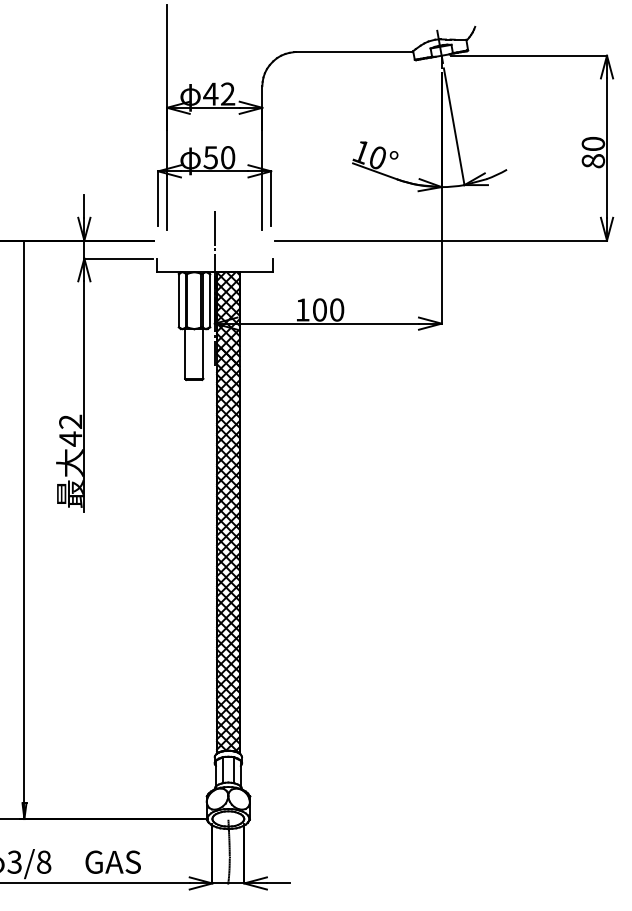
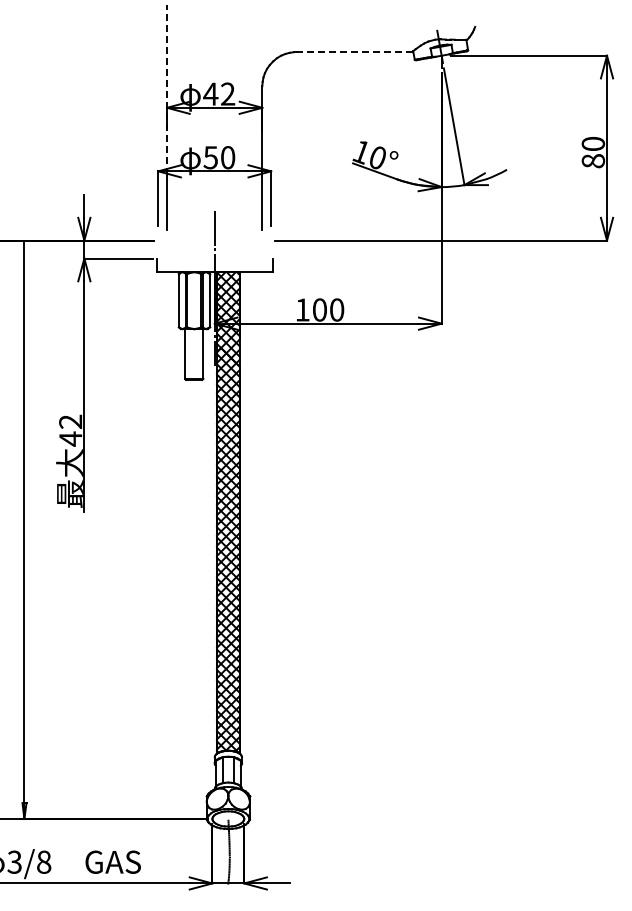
line at (354, 52): solid -> dashed
line at (167, 89): solid -> dashed
